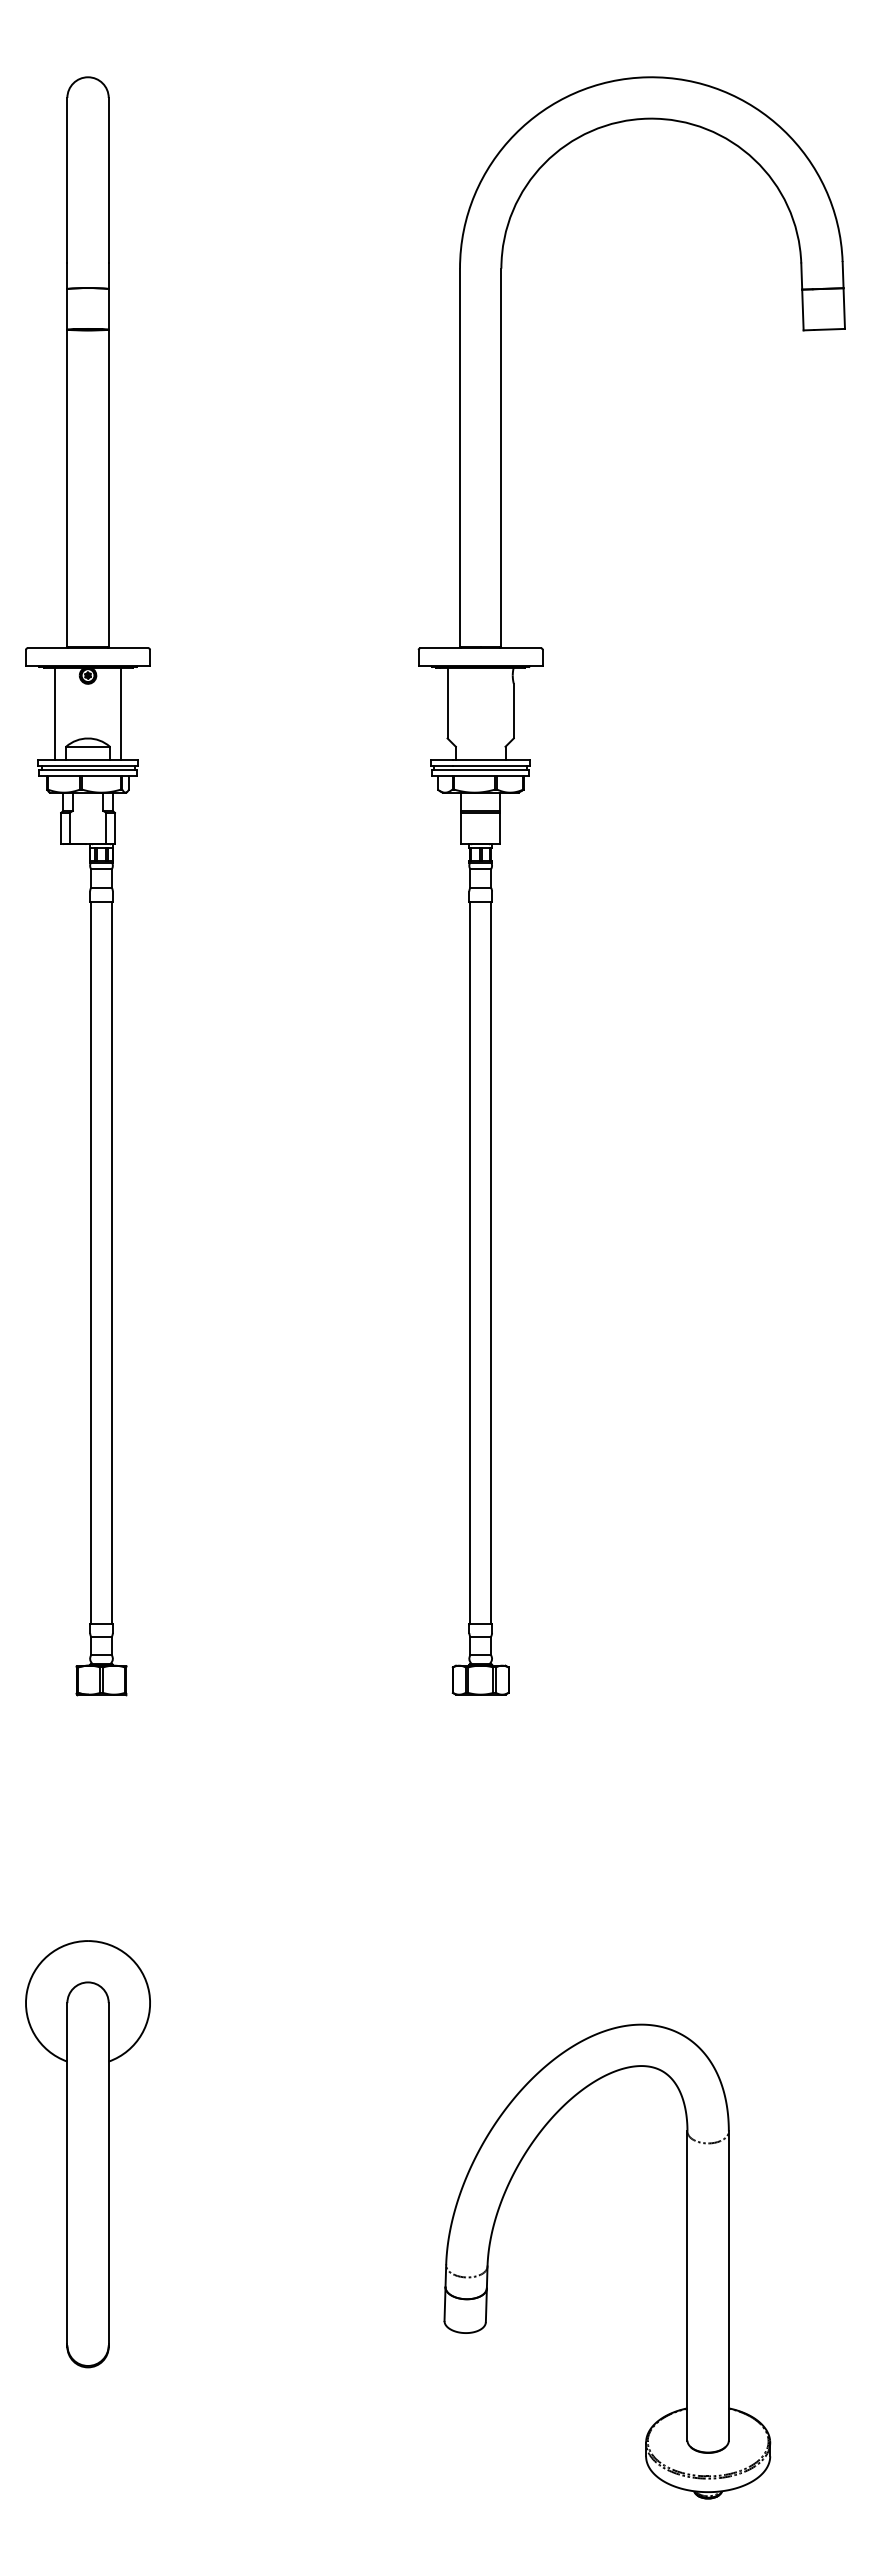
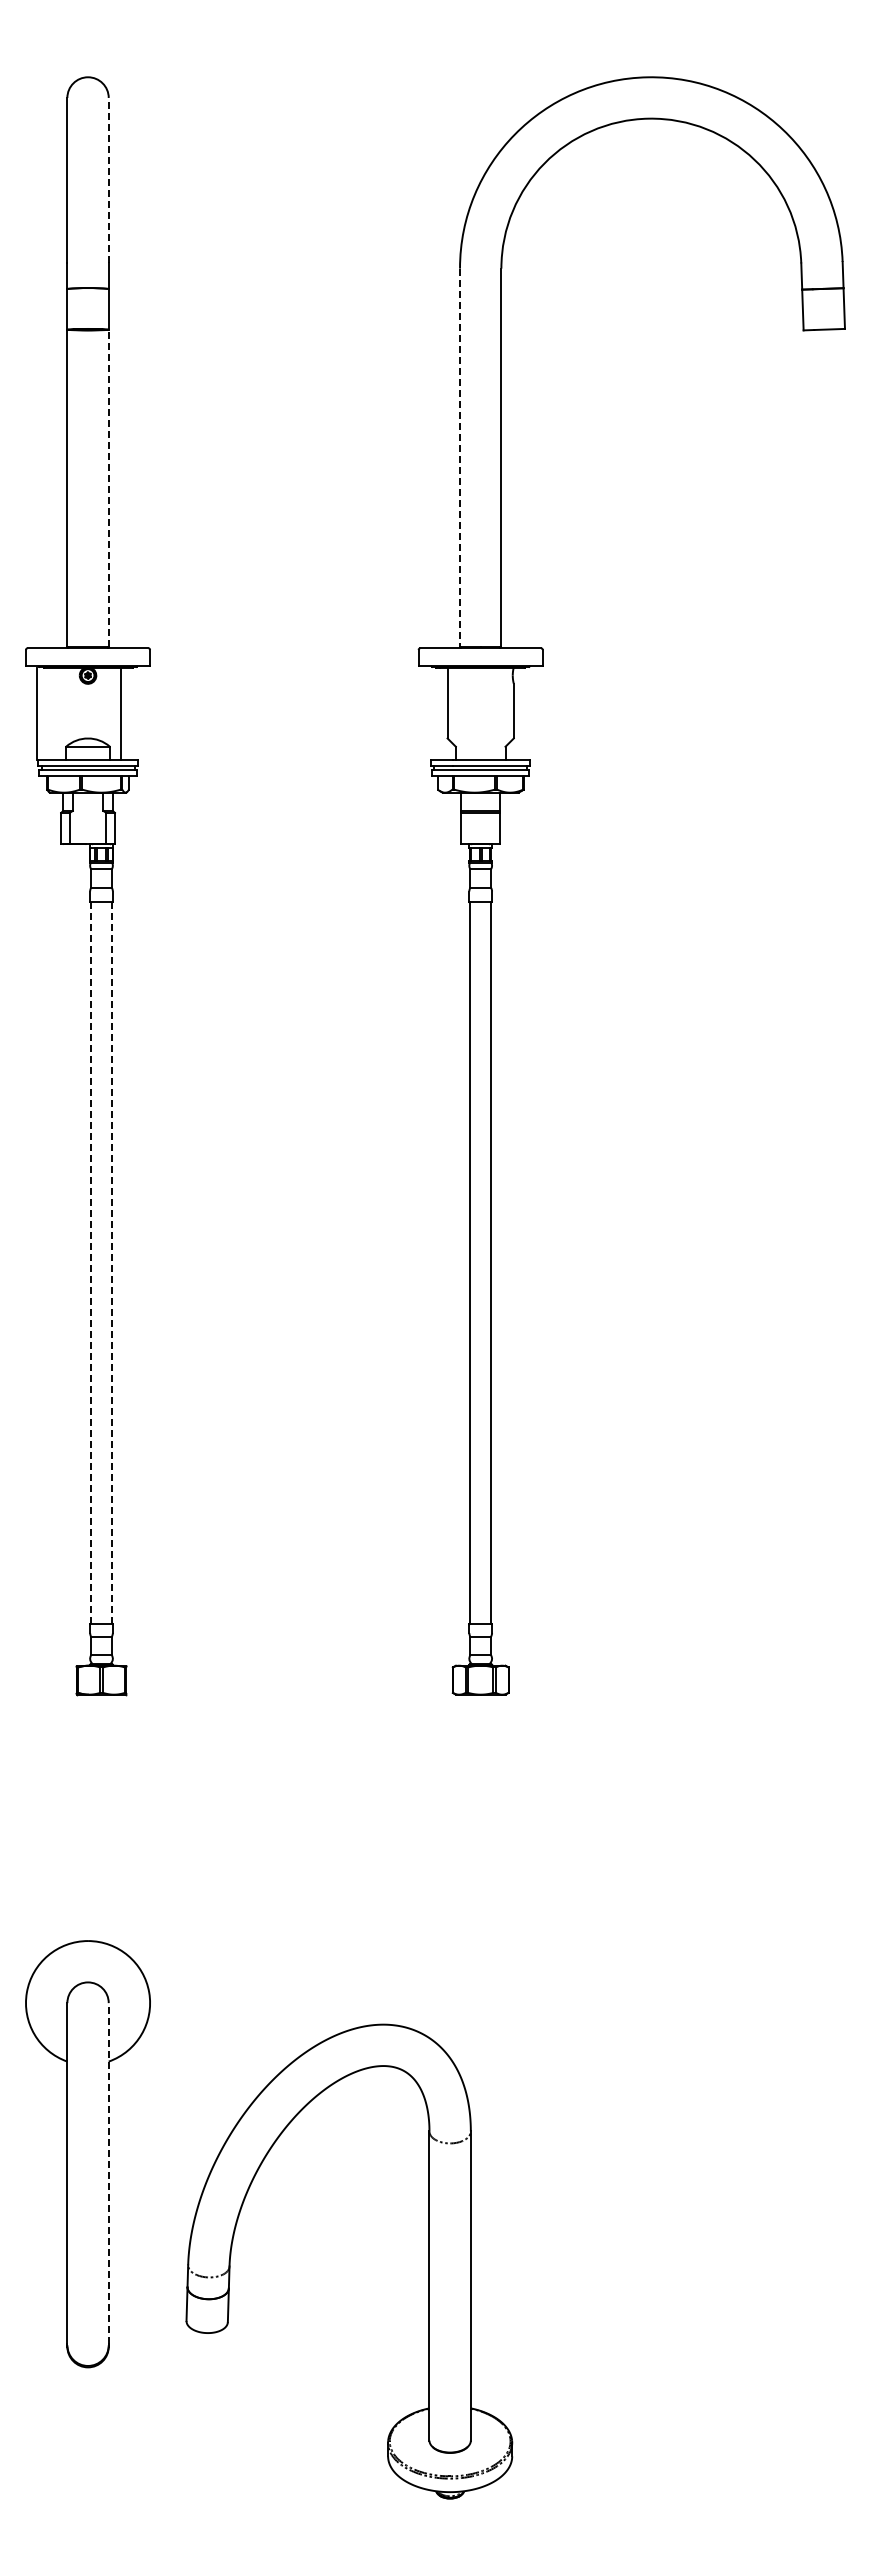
line at (108, 179): solid -> dashed
line at (460, 458): solid -> dashed
line at (108, 488): solid -> dashed
line at (54, 713) position: (54, 713) -> (36, 713)
line at (111, 1262): solid -> dashed
line at (91, 1263): solid -> dashed
line at (108, 2173): solid -> dashed
part at (686, 2261) position: (686, 2261) -> (428, 2261)
